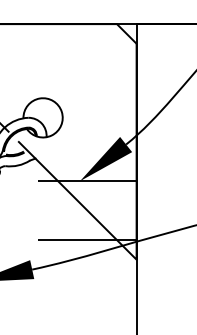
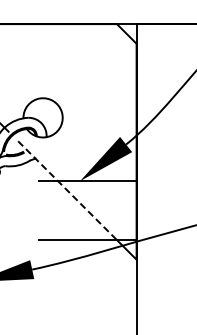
line at (67, 190): solid -> dashed
